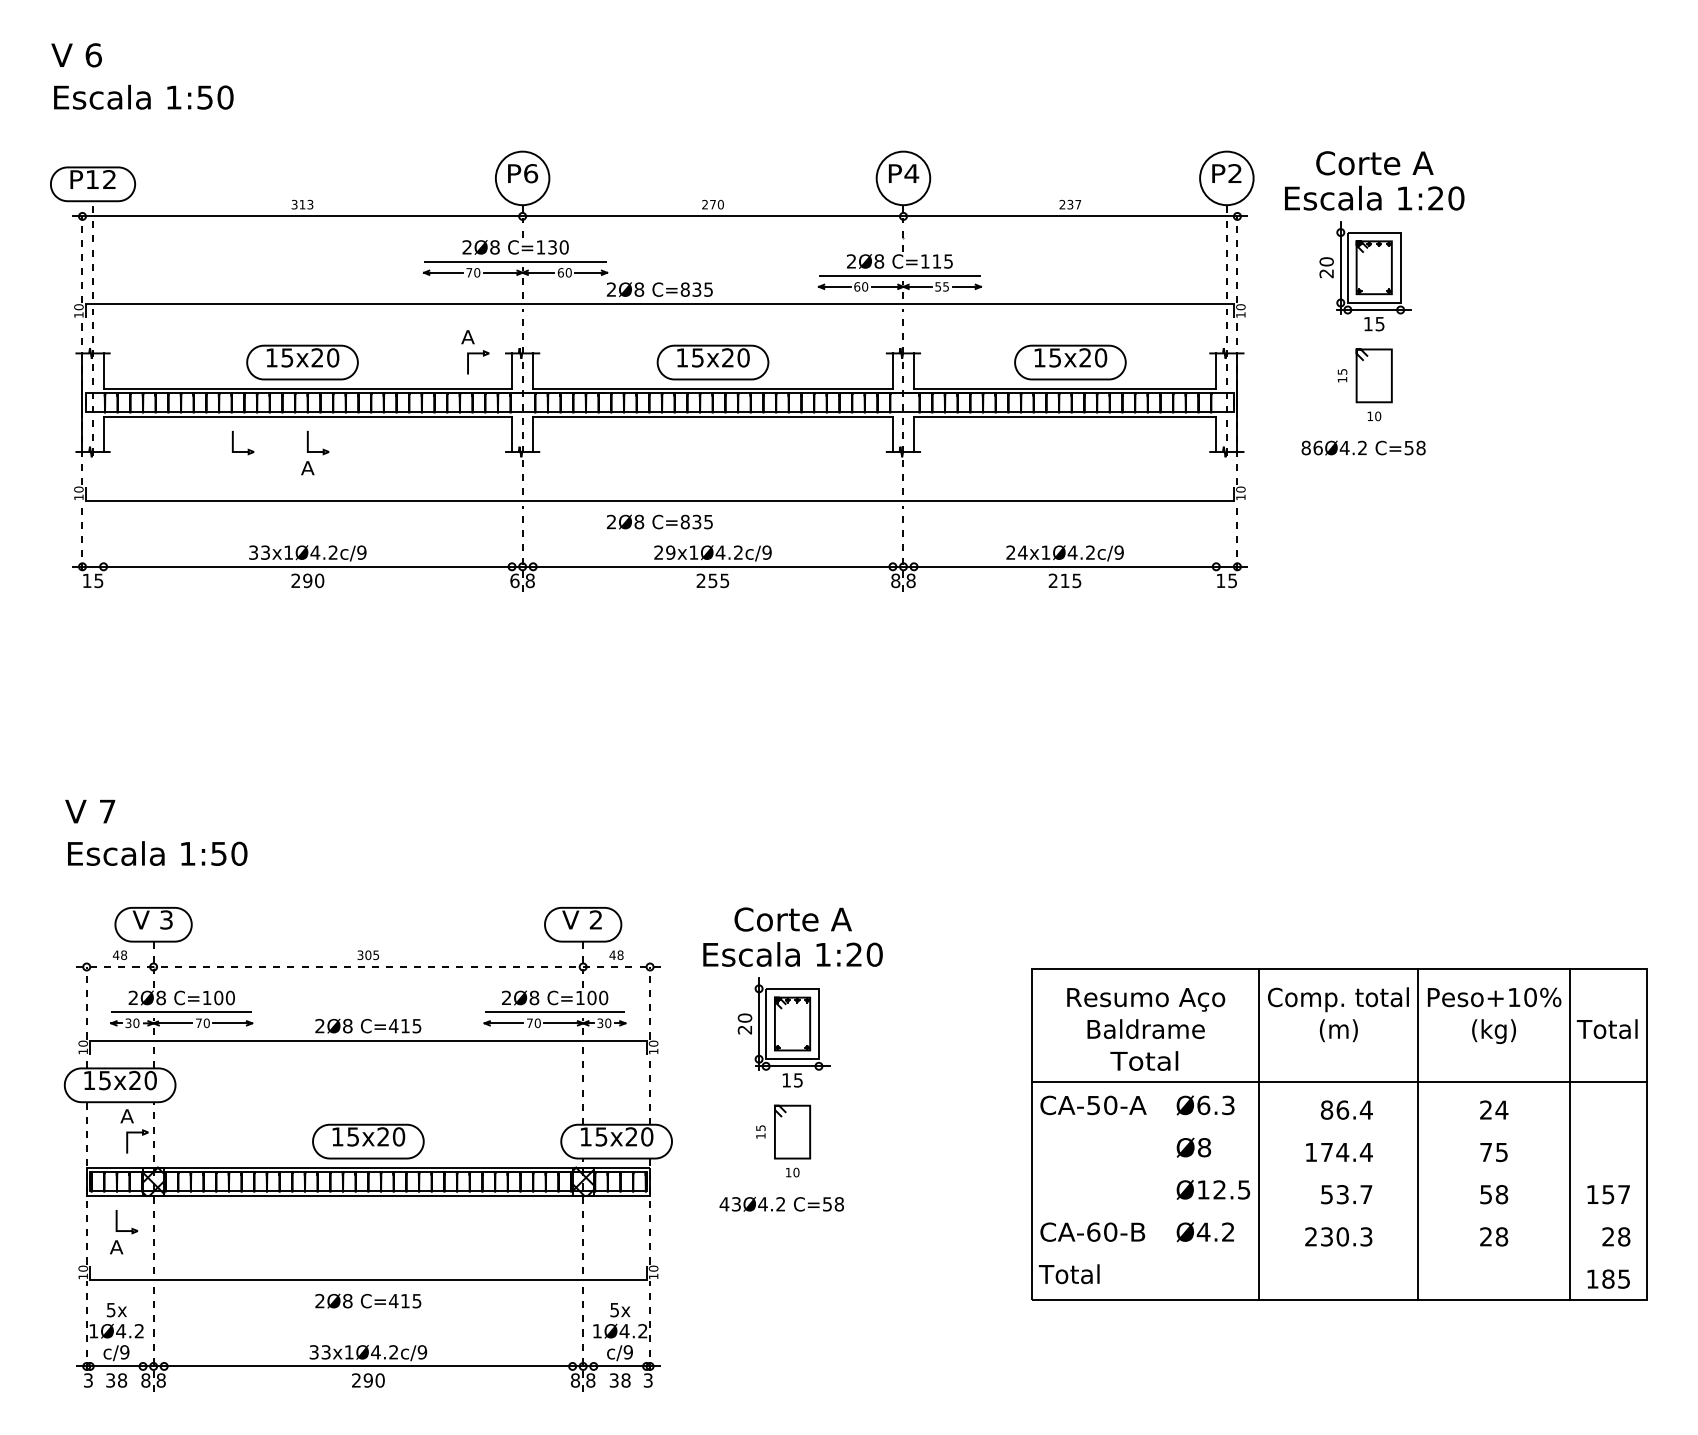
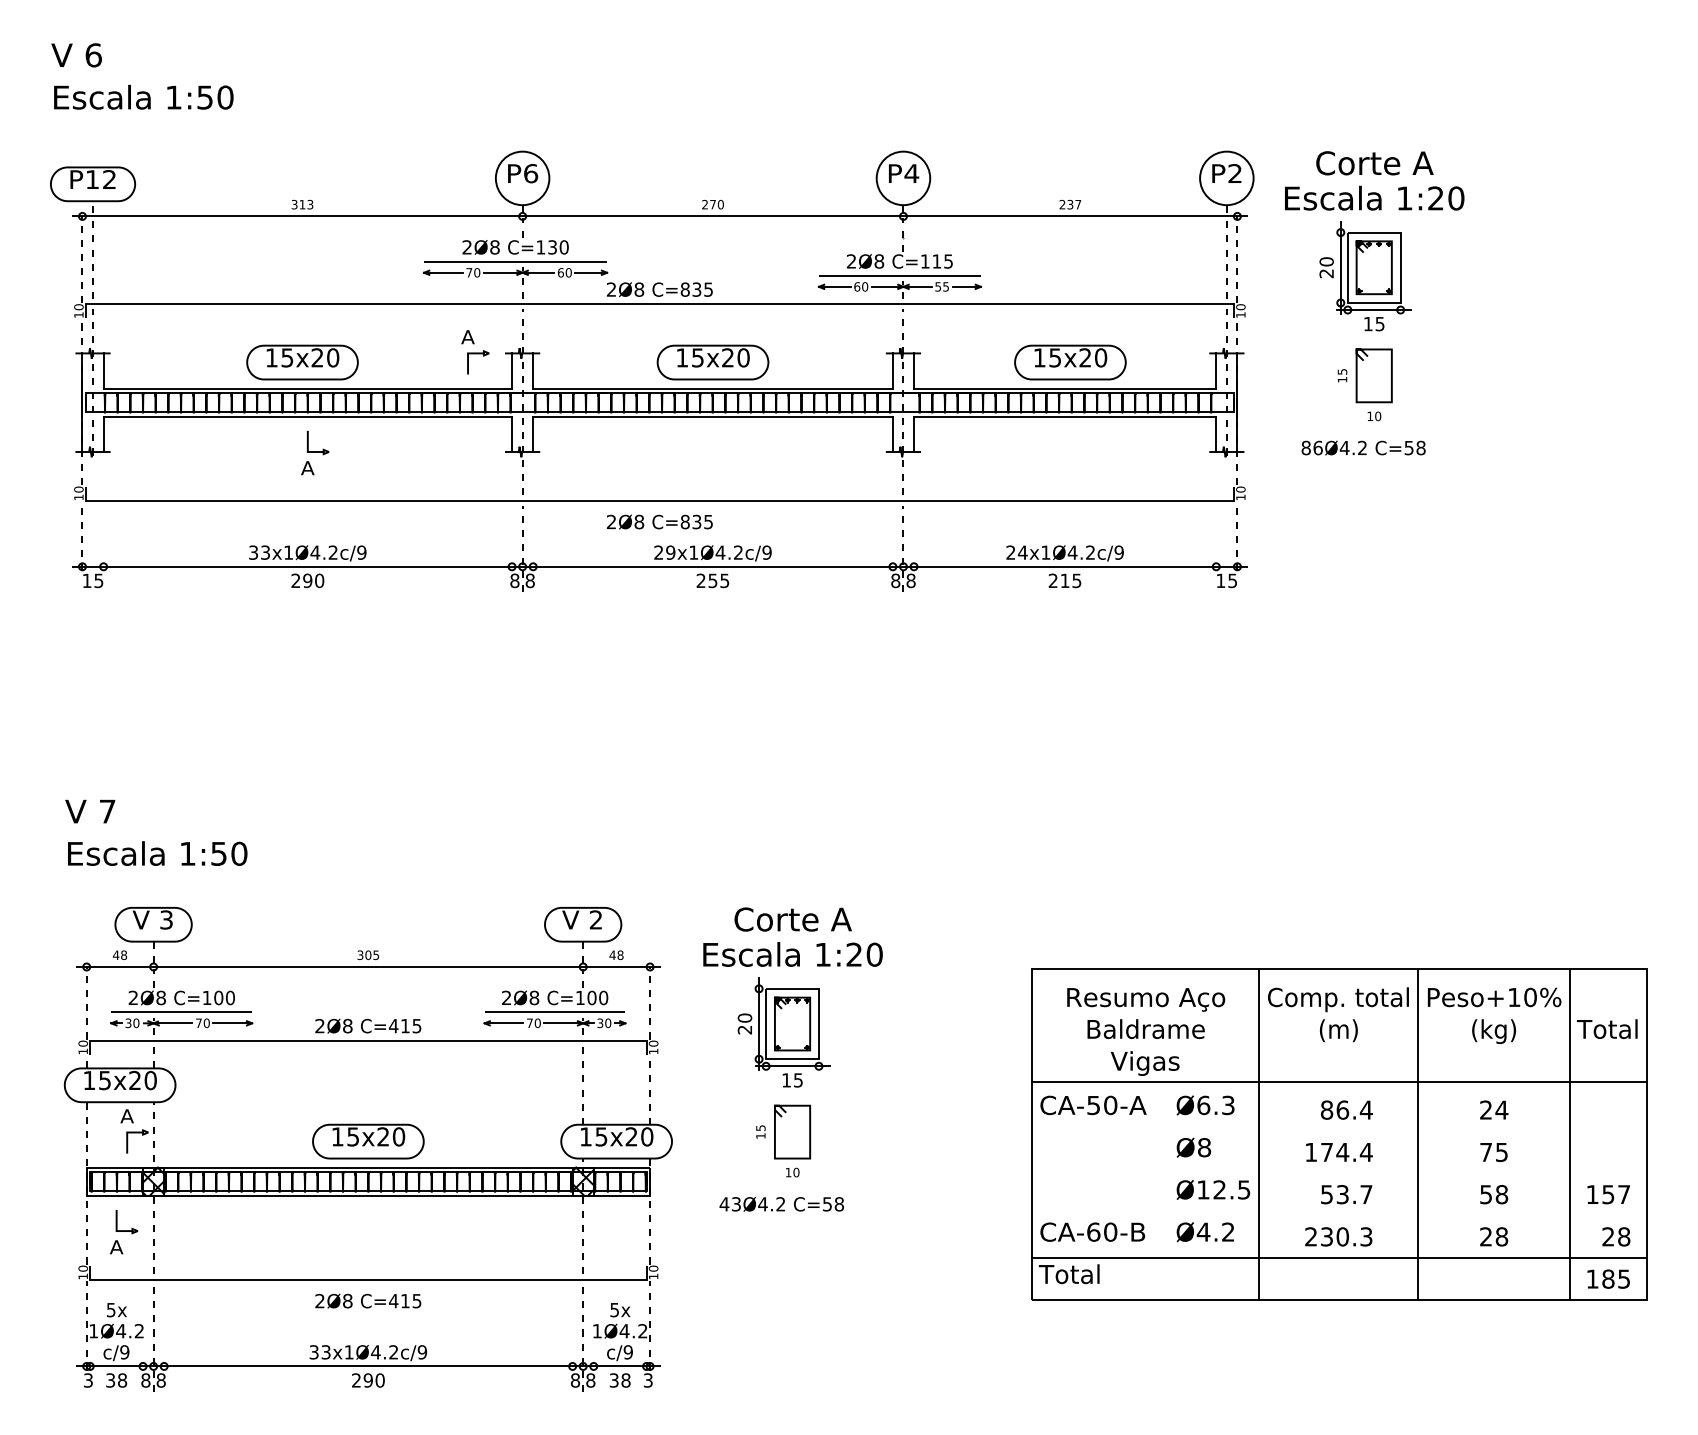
curve at (247, 448): present -> none
text at (514, 580): 6 -> 8
line at (368, 967): dashed -> solid
text at (1144, 1063): Total -> Vigas
line at (1339, 1257): none -> present
